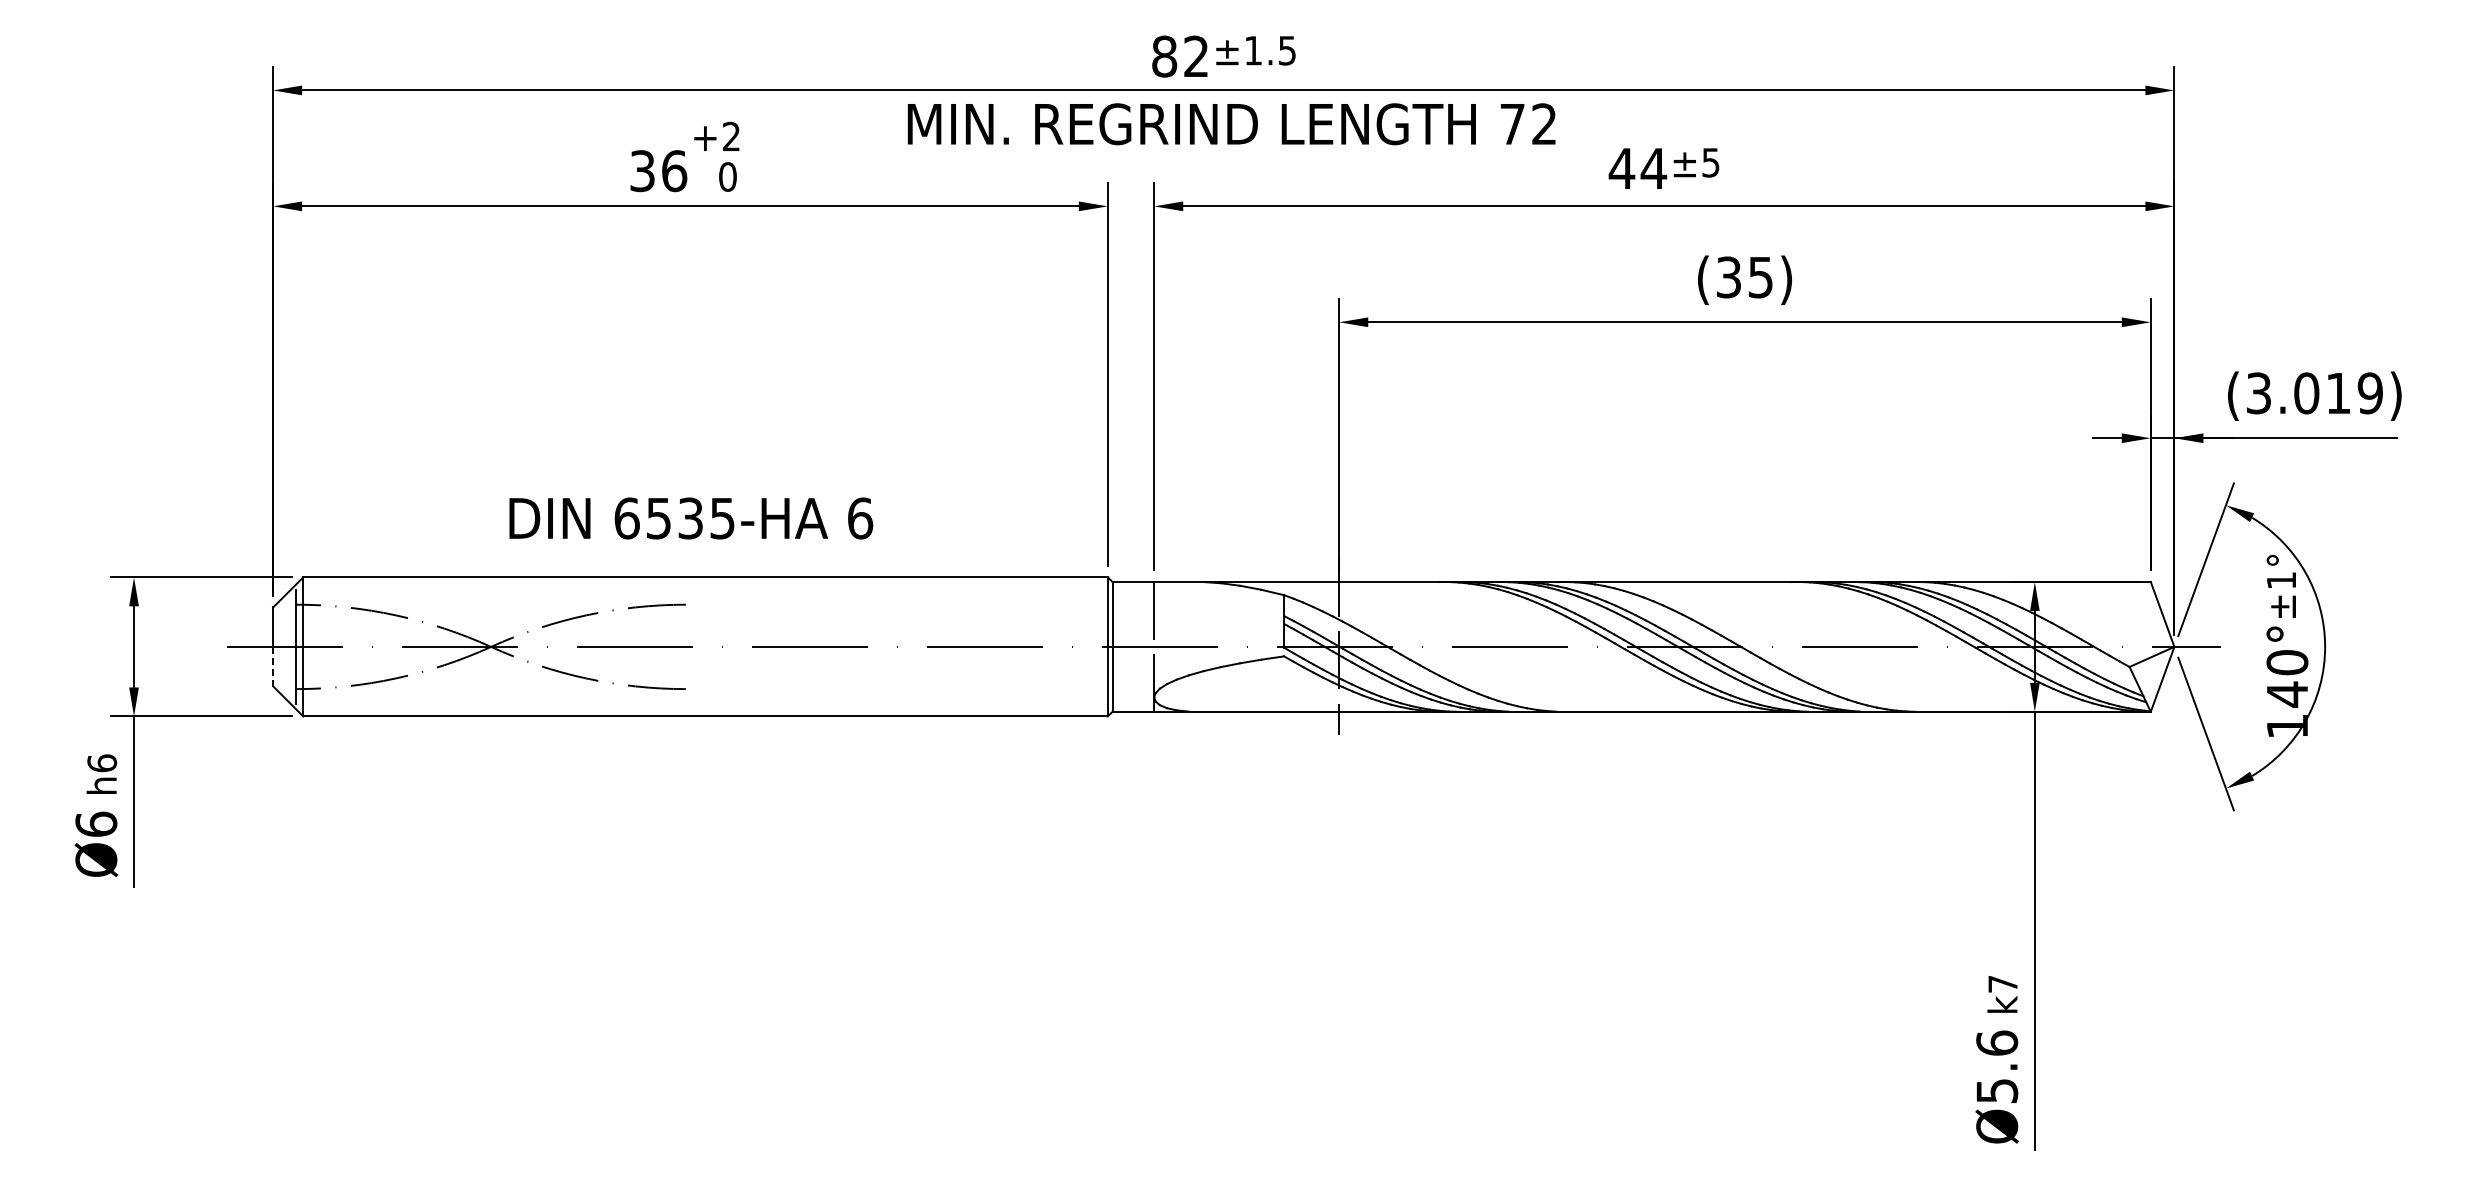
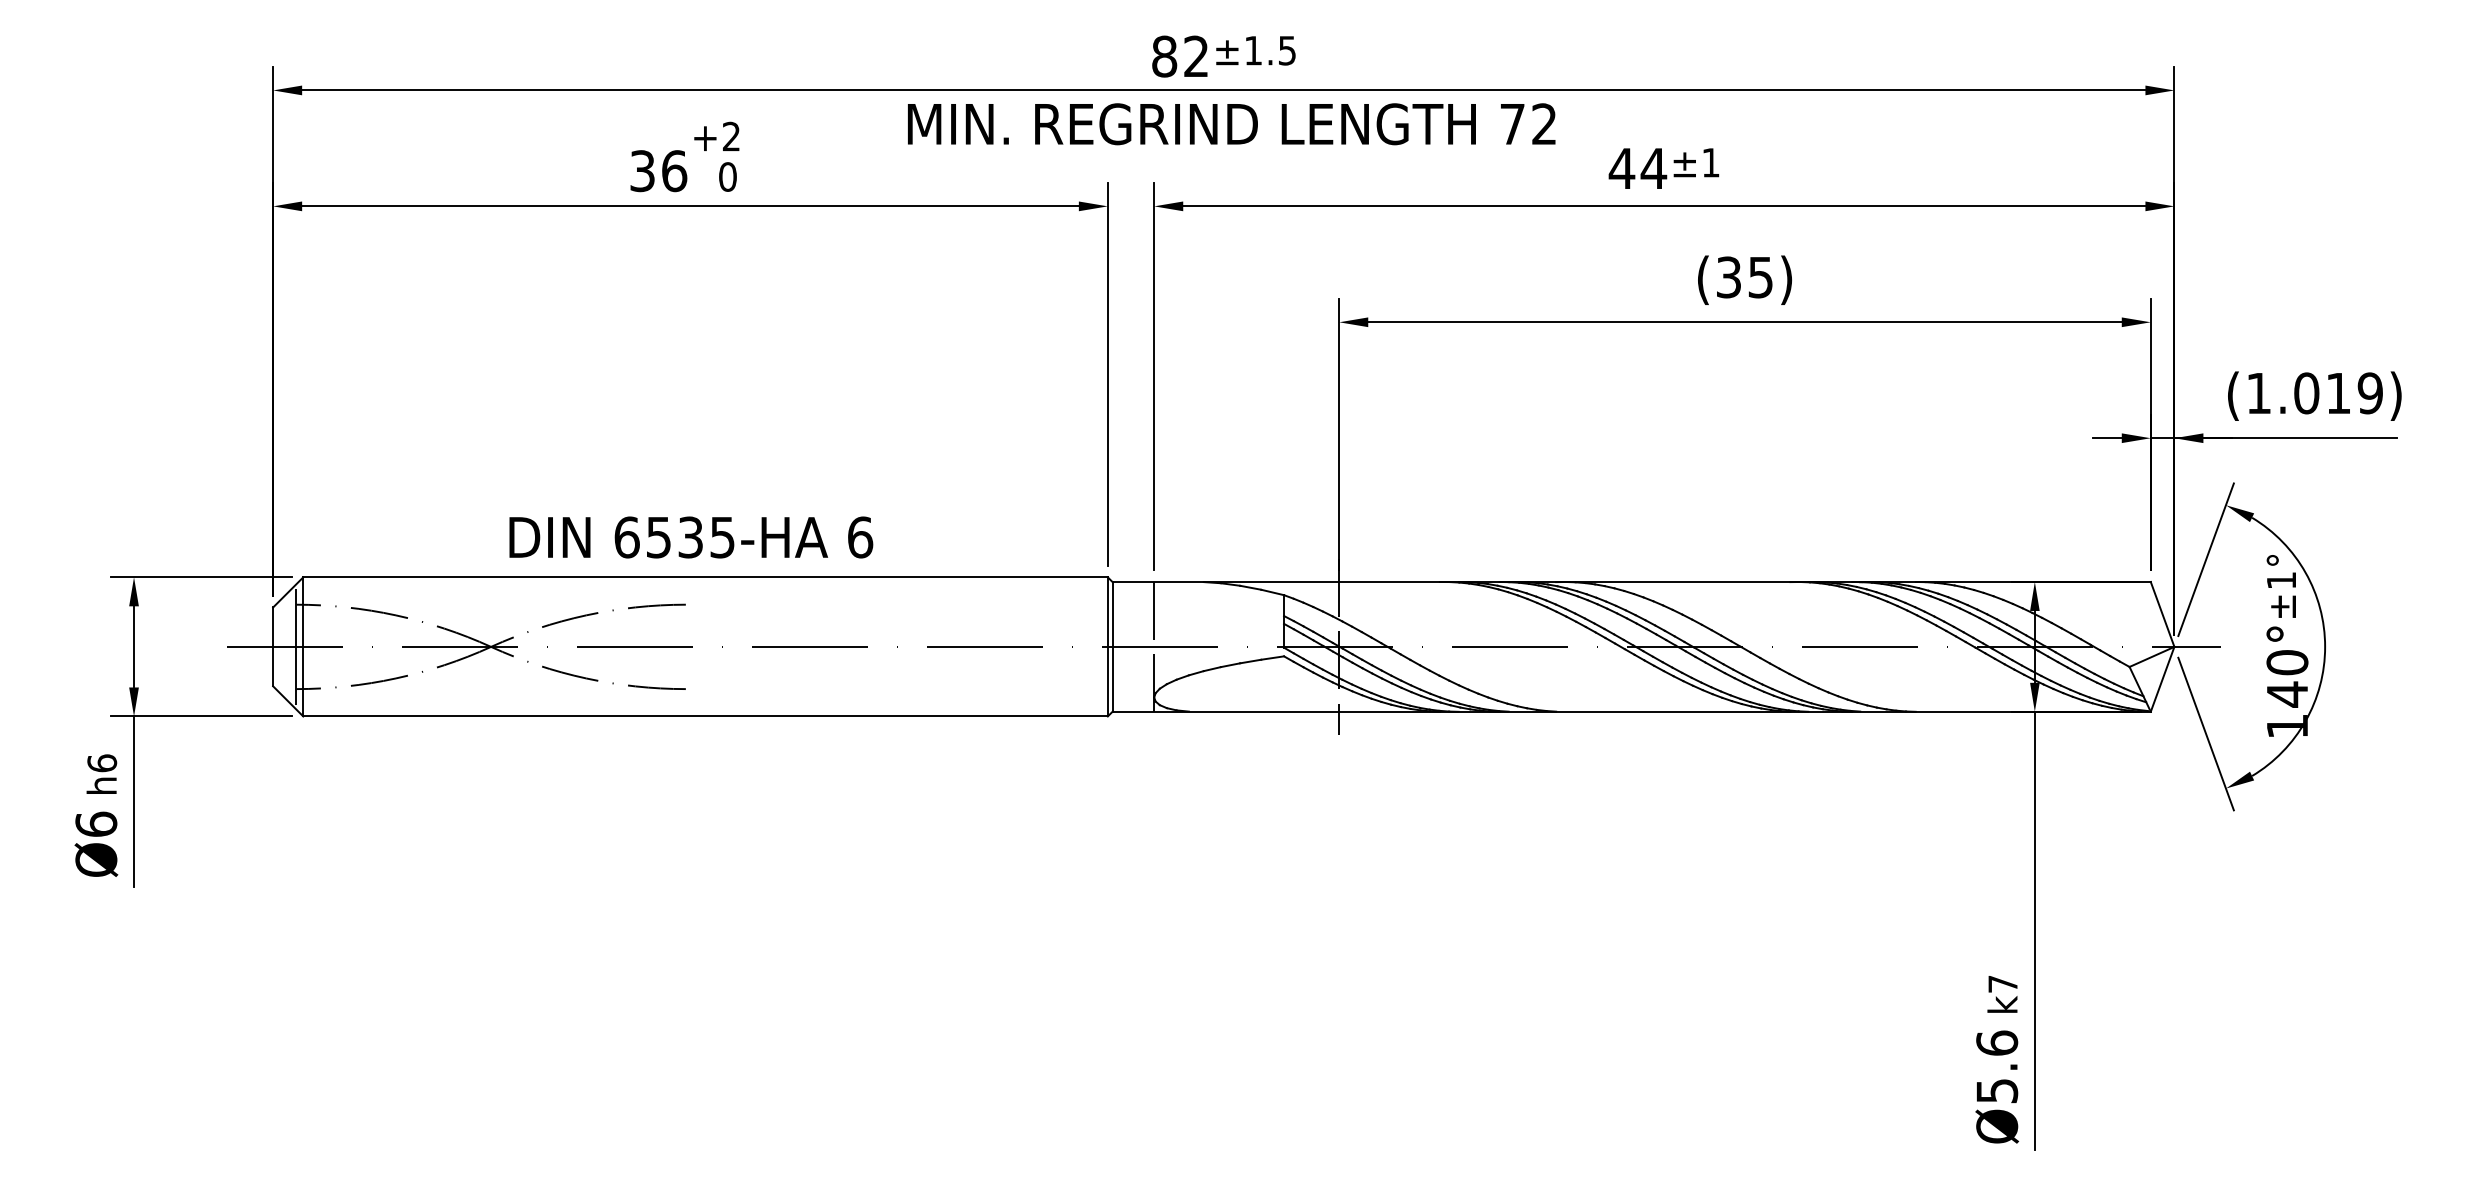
text at (1710, 162): ±5 -> ±1
text at (2258, 393): (3.019) -> (1.019)
text at (691, 518) position: (691, 518) -> (691, 537)
line at (273, 666): dashed -> solid
